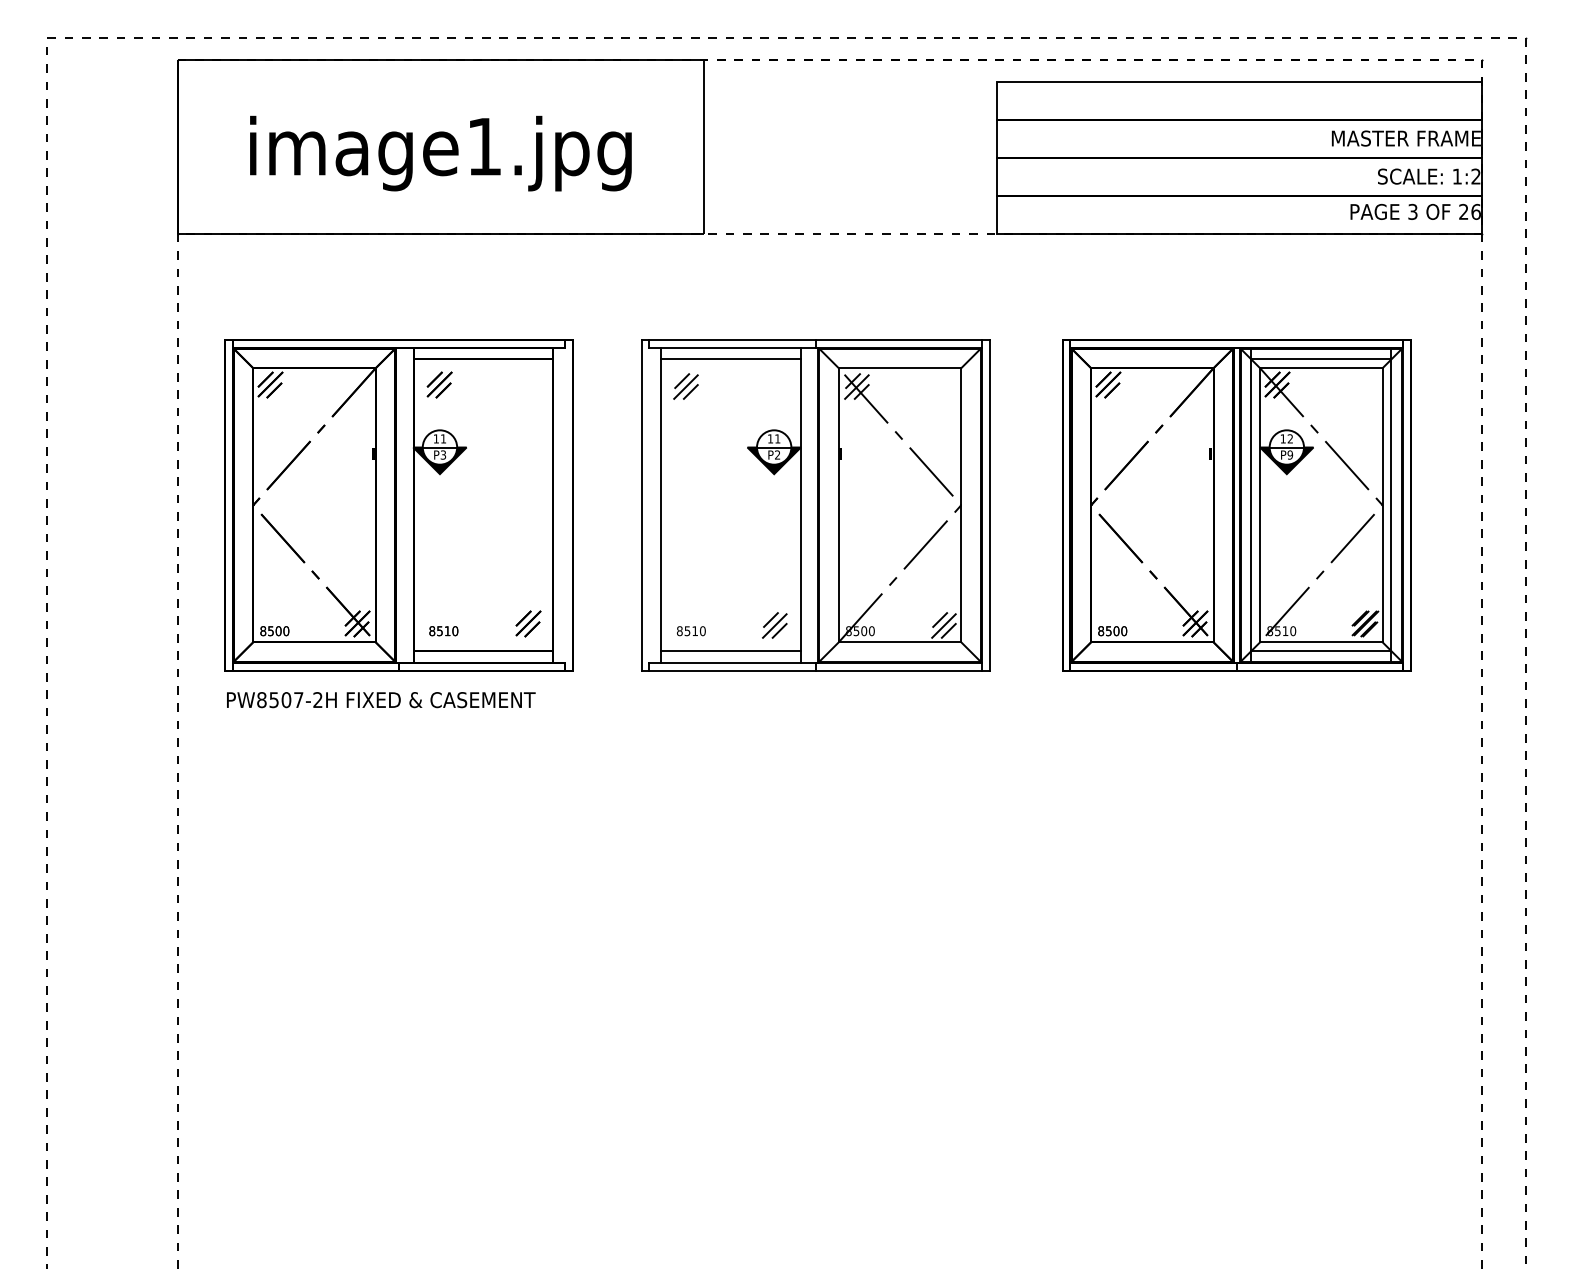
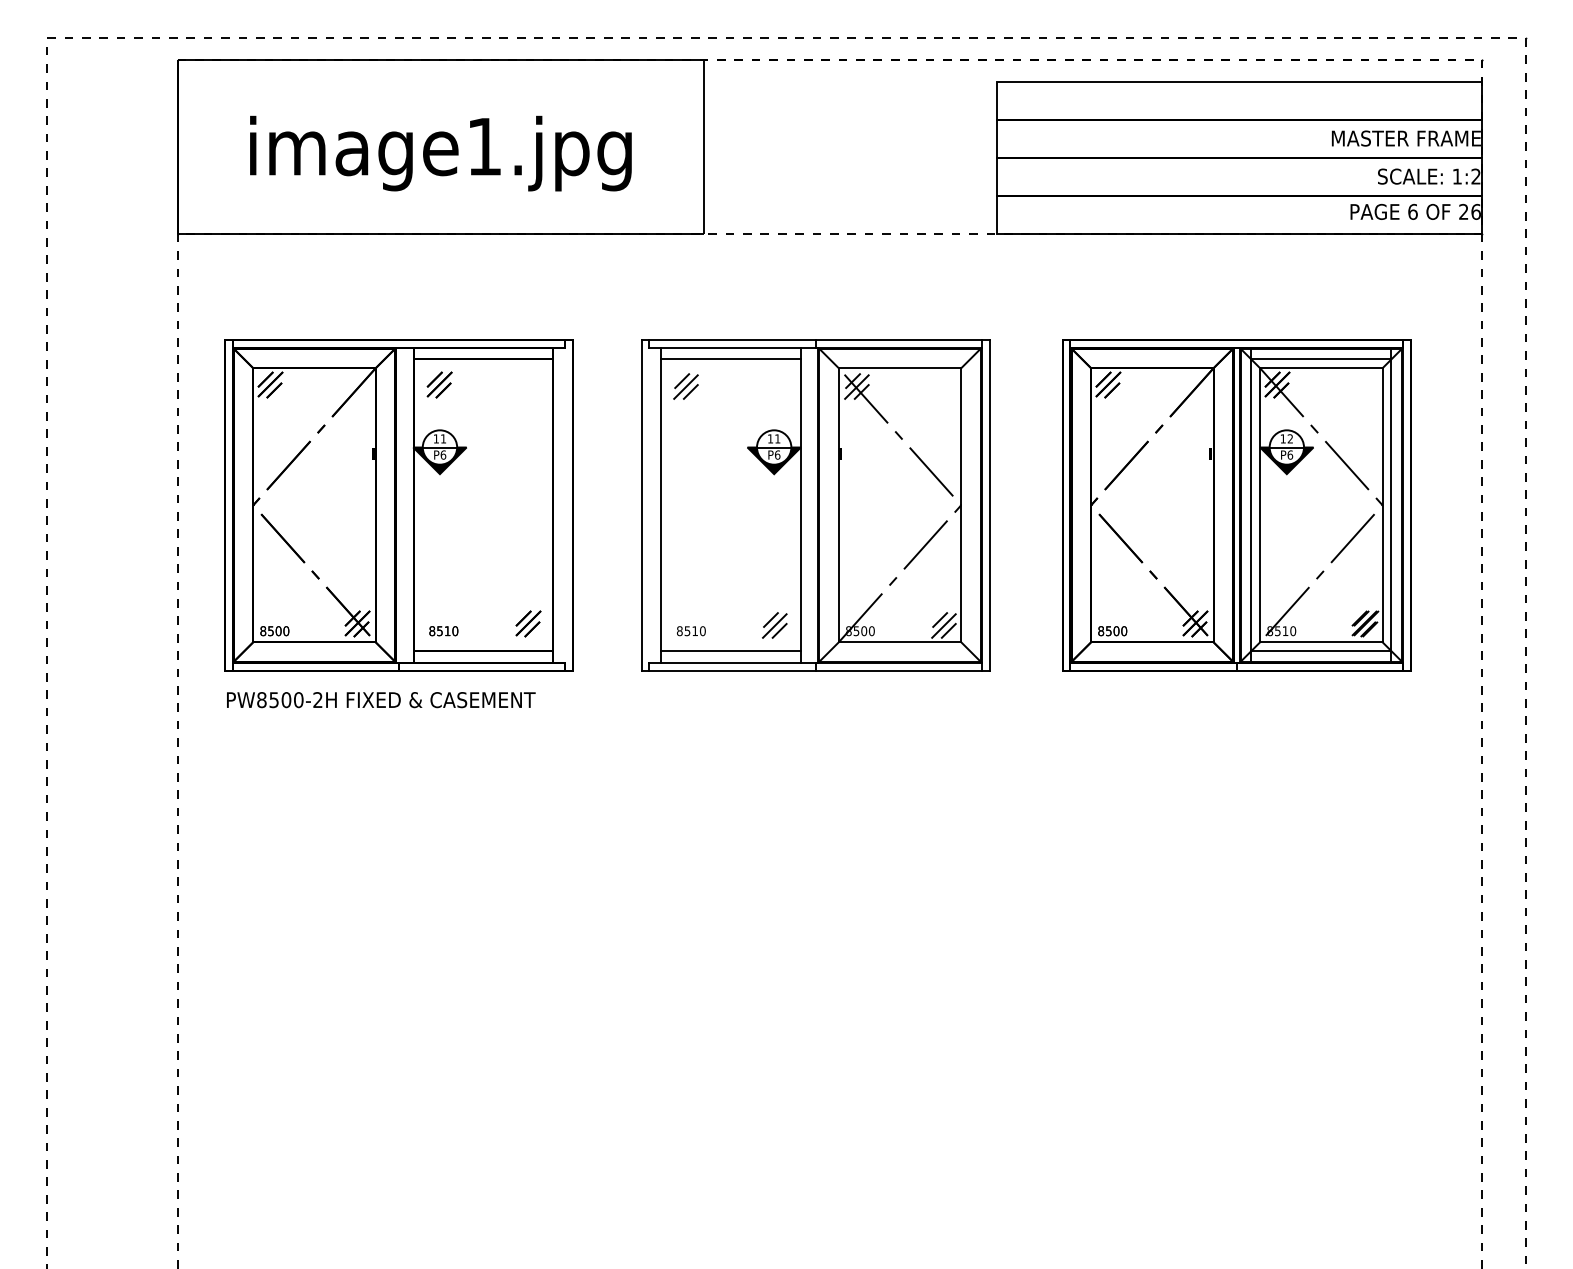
text at (1412, 211): 3 -> 6
text at (443, 454): P3 -> P6
text at (777, 454): P2 -> P6
text at (1290, 454): P9 -> P6
text at (298, 700): PW8507-2H -> PW8500-2H
